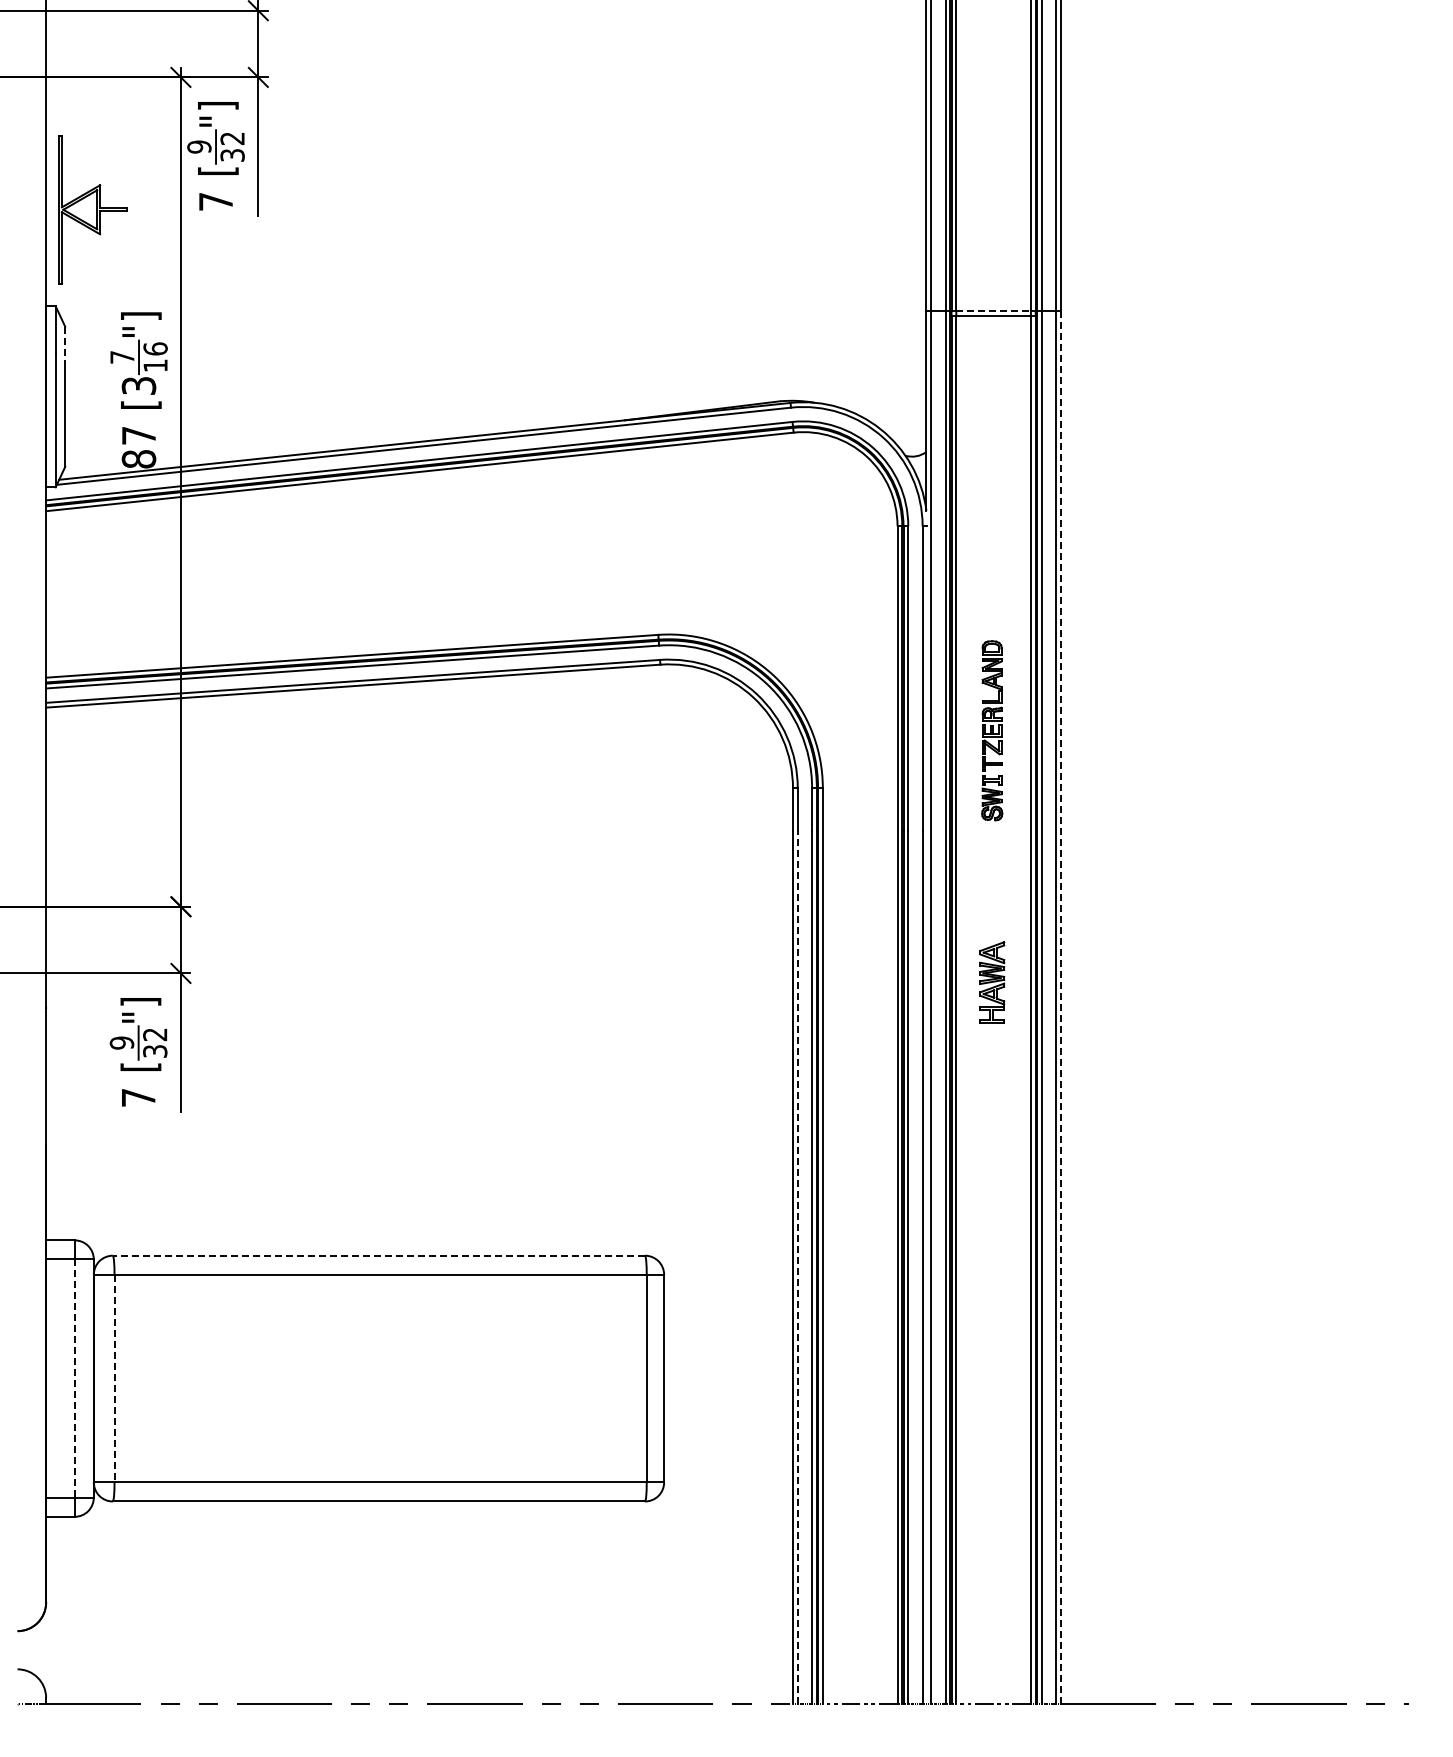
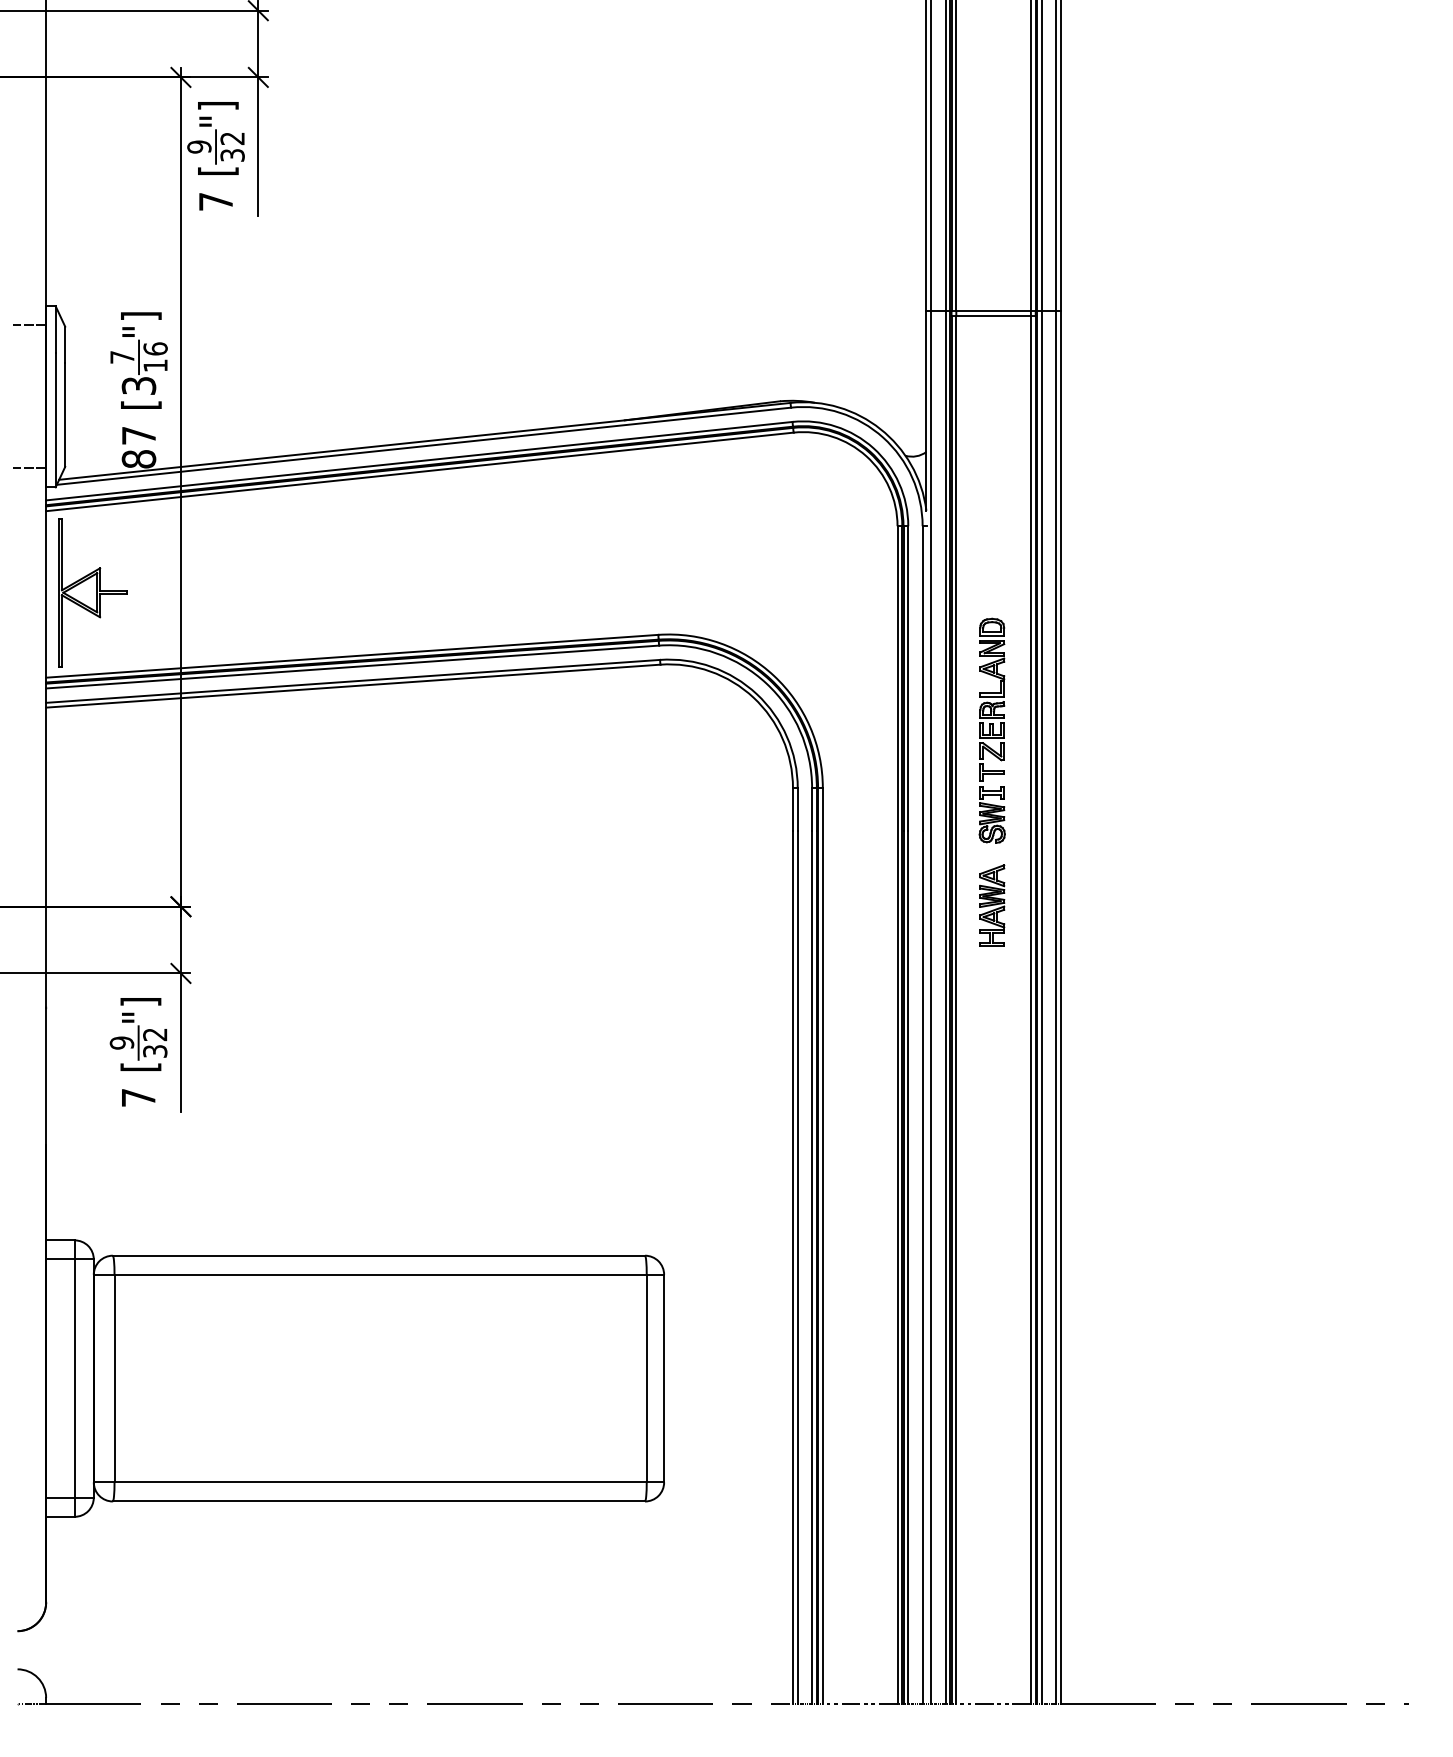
part at (92, 209) position: (92, 209) -> (92, 592)
line at (994, 311): dashed -> solid
line at (29, 325): none -> present
line at (65, 345): dashed -> solid
line at (29, 468): none -> present
part at (992, 730) size: 23x182 px -> 28x227 px
part at (992, 982) position: (992, 982) -> (992, 905)
line at (1060, 1007): dashed -> solid
line at (378, 1255): dashed -> solid
line at (797, 1267): dashed -> solid
line at (114, 1378): dashed -> solid
line at (74, 1379): dashed -> solid
